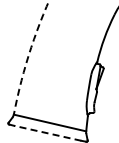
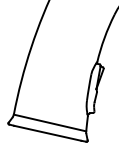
arc at (28, 56): dashed -> solid
line at (47, 133): dashed -> solid
